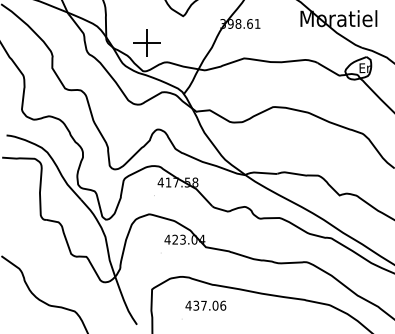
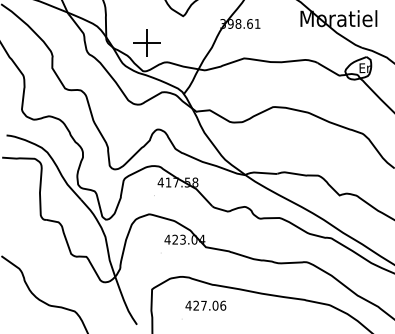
text at (196, 305): 437.06 -> 427.06
